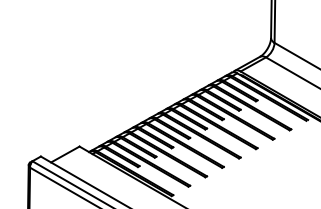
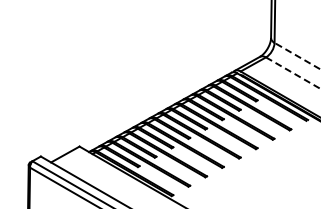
line at (297, 55): solid -> dashed
line at (293, 73): solid -> dashed
